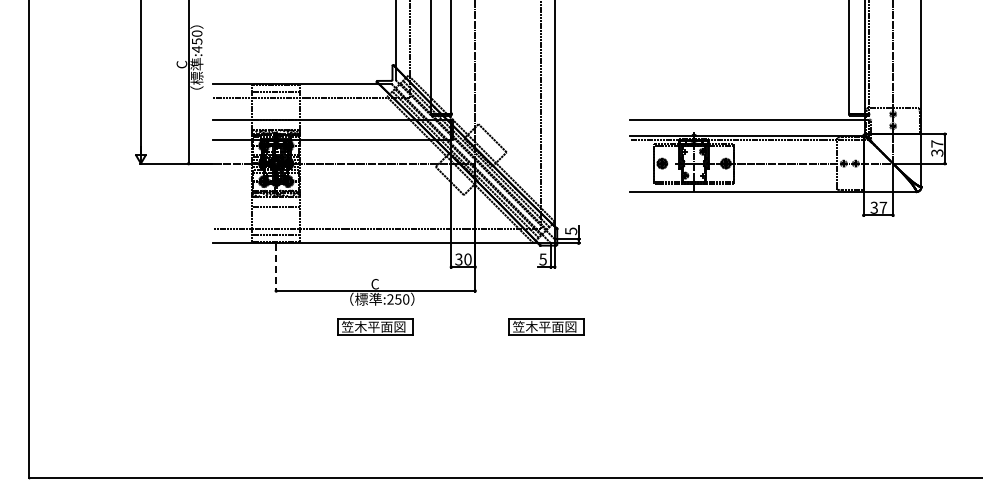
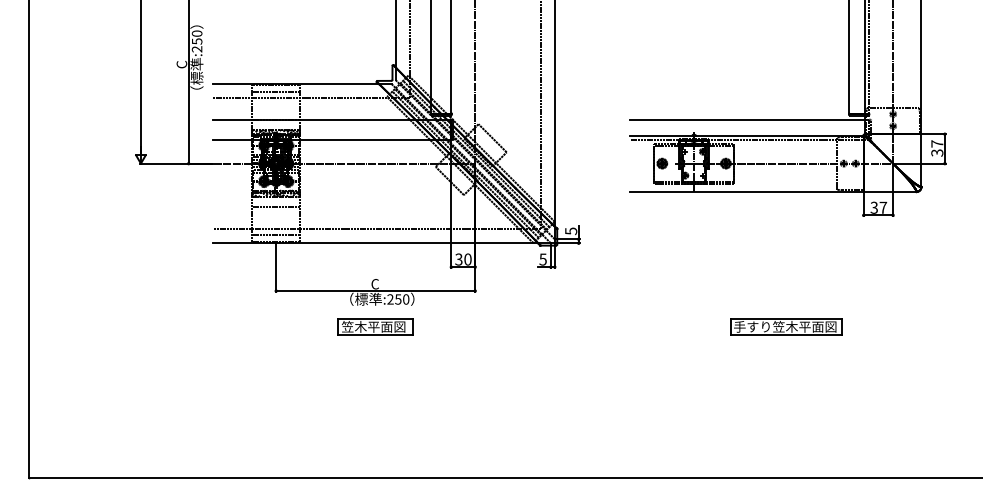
text at (196, 49): :450 -> :250
line at (276, 267): dashed -> solid
part at (546, 326): present -> none
part at (786, 326): none -> present
